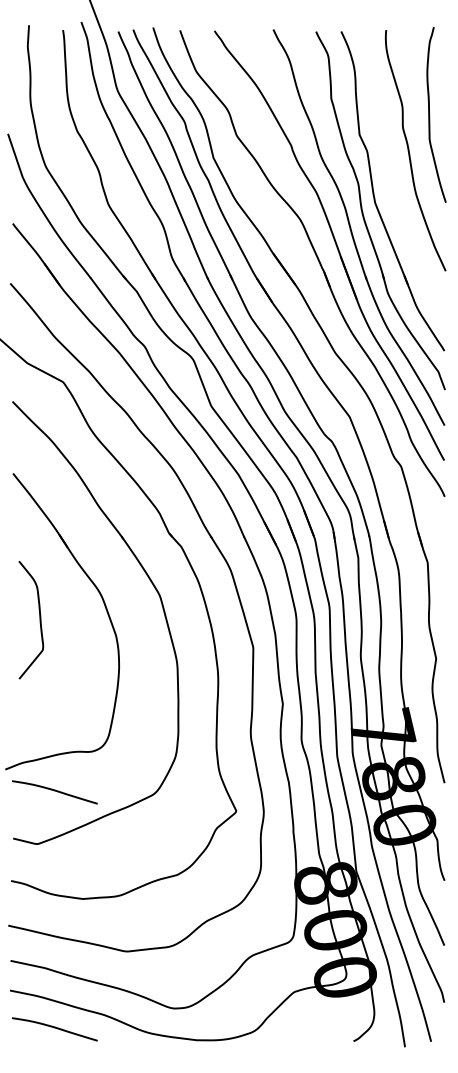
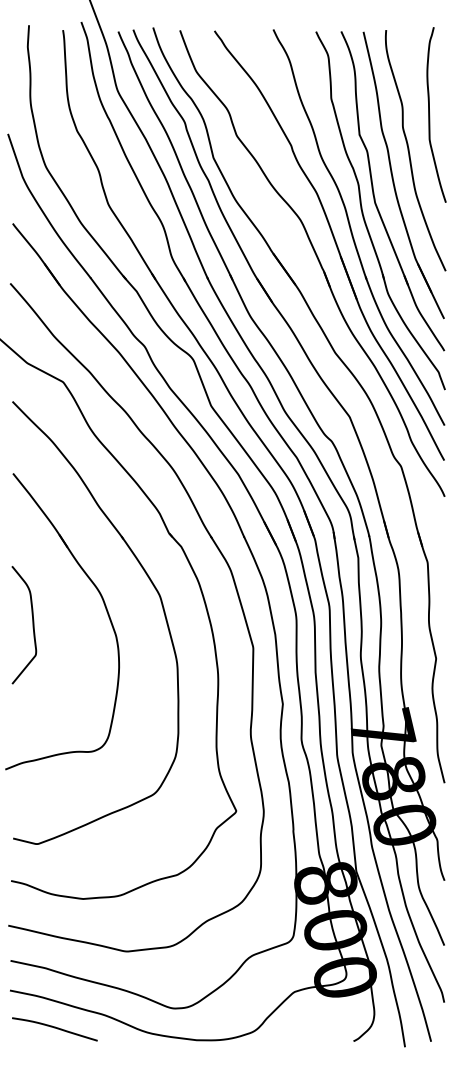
part at (393, 176): none -> present
curve at (39, 620) position: (39, 620) -> (32, 625)
curve at (54, 791): present -> none
